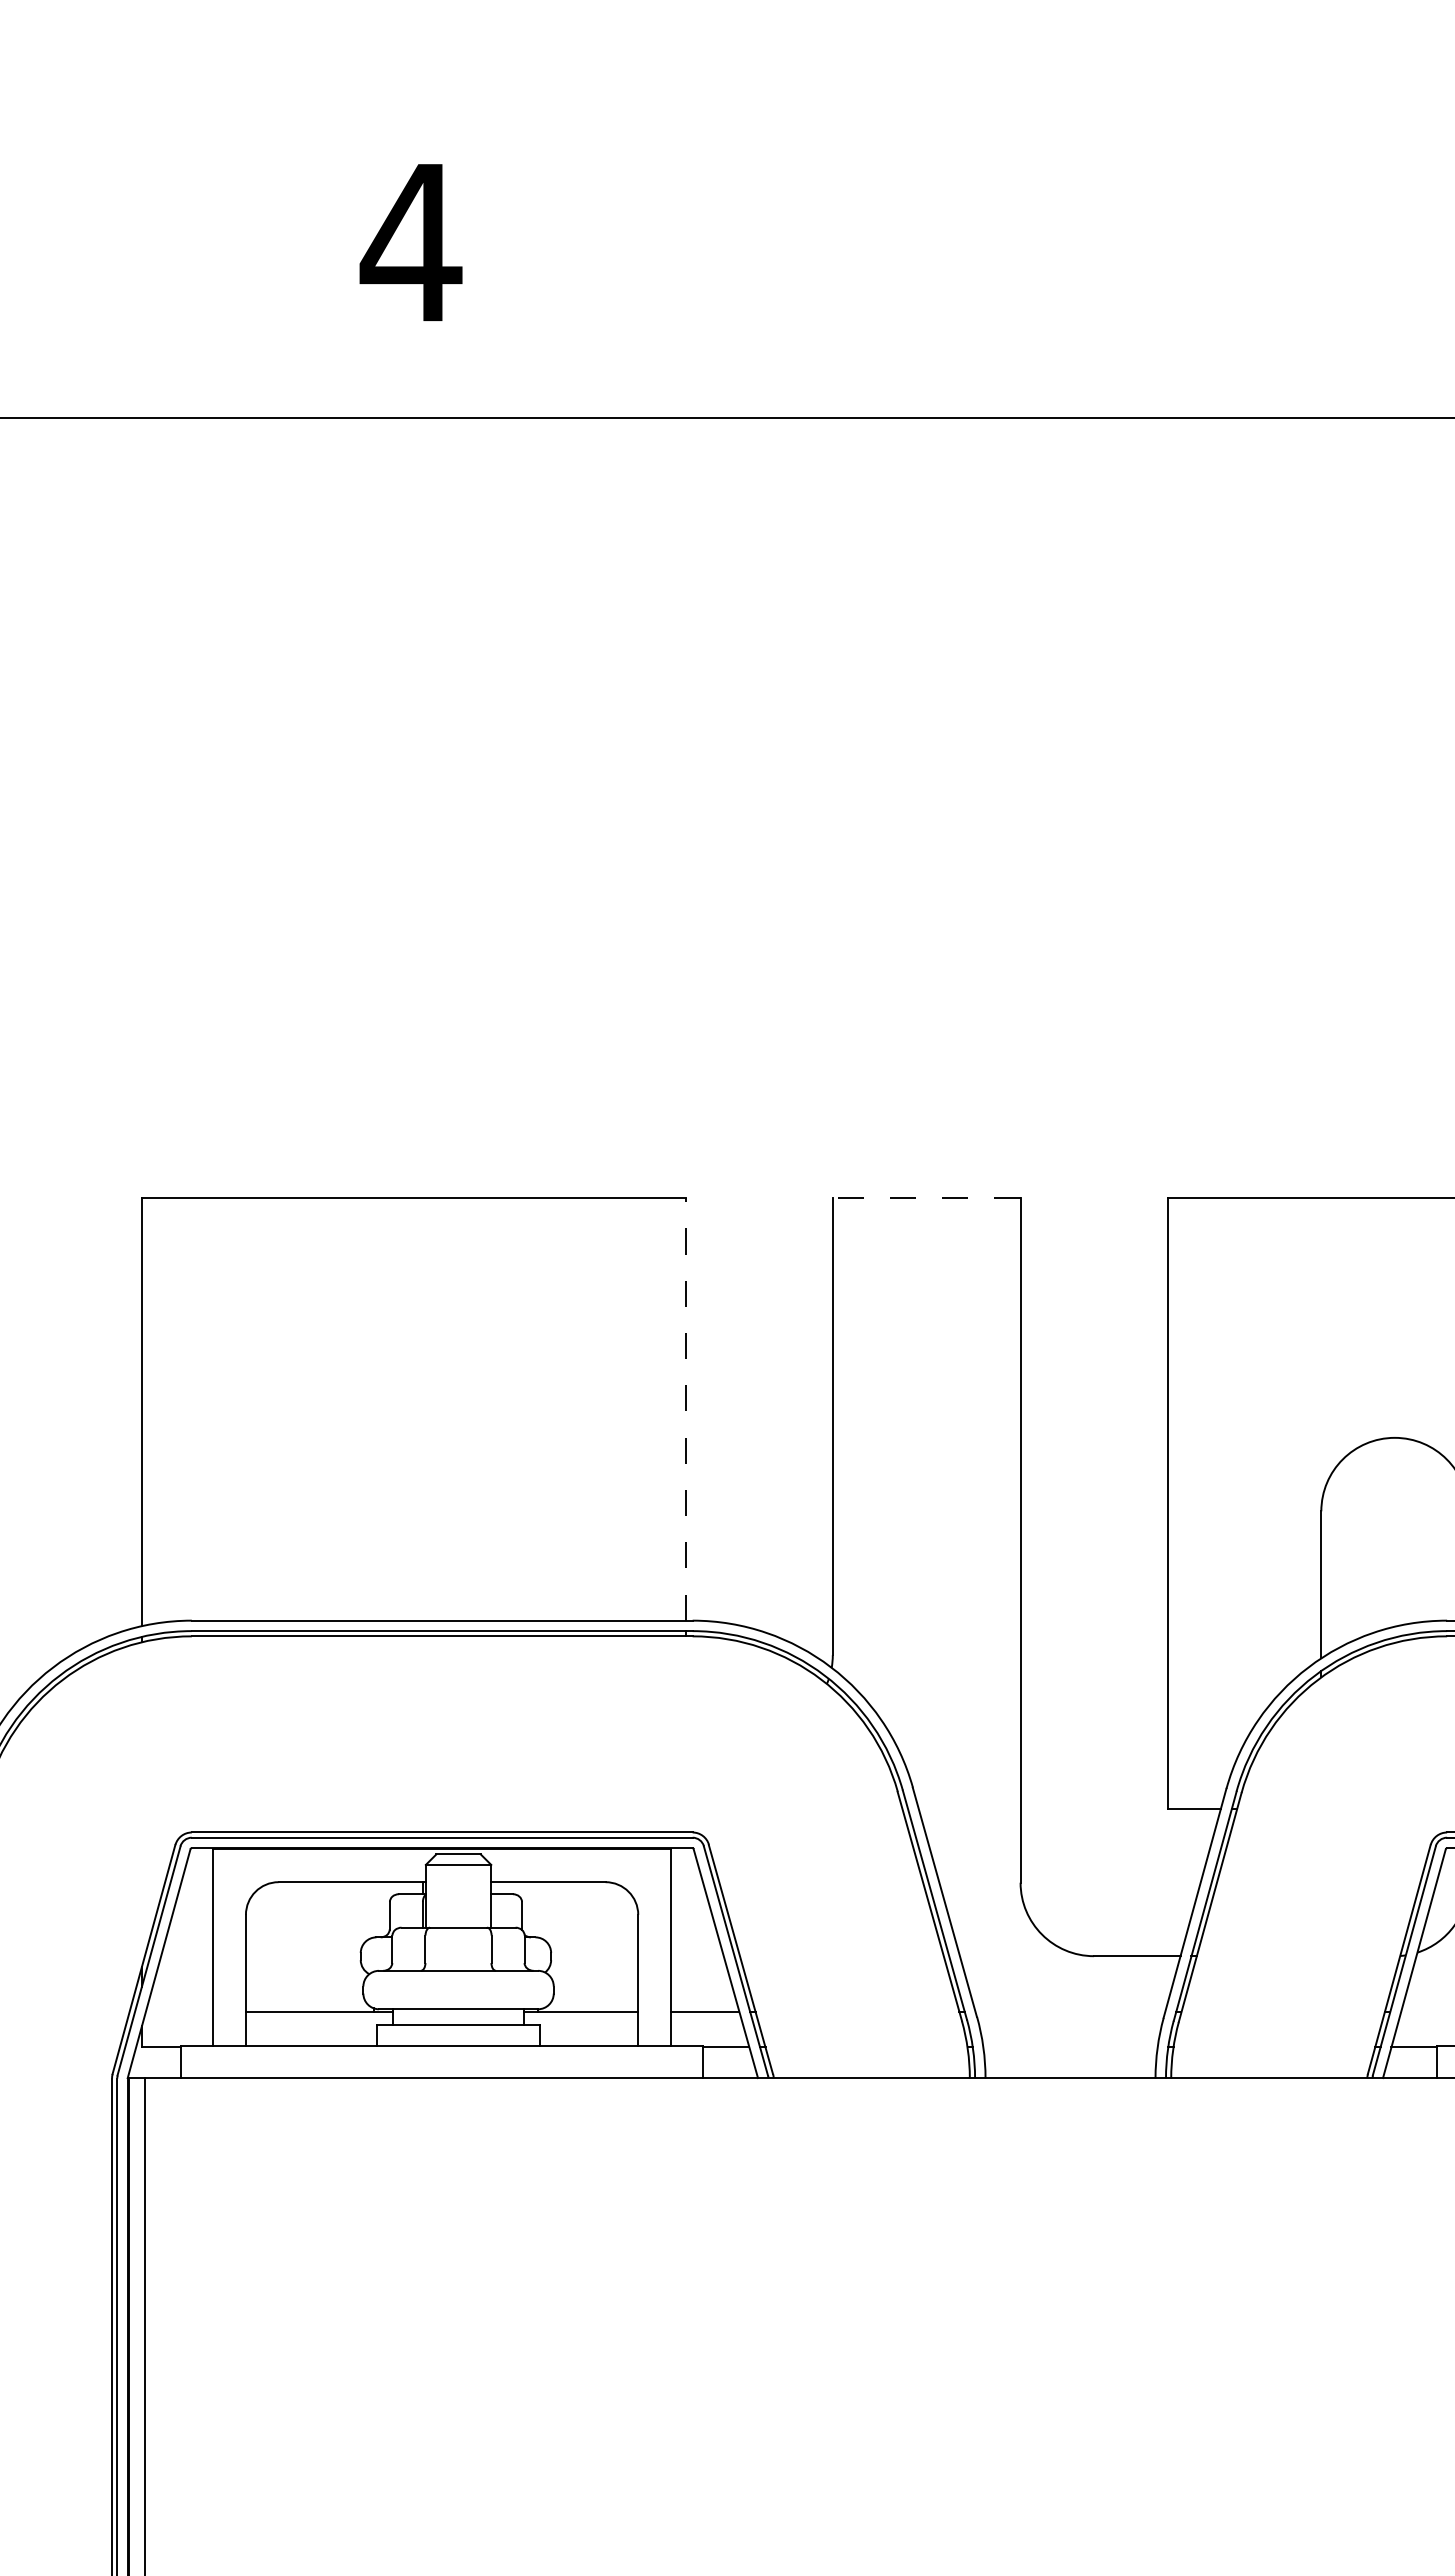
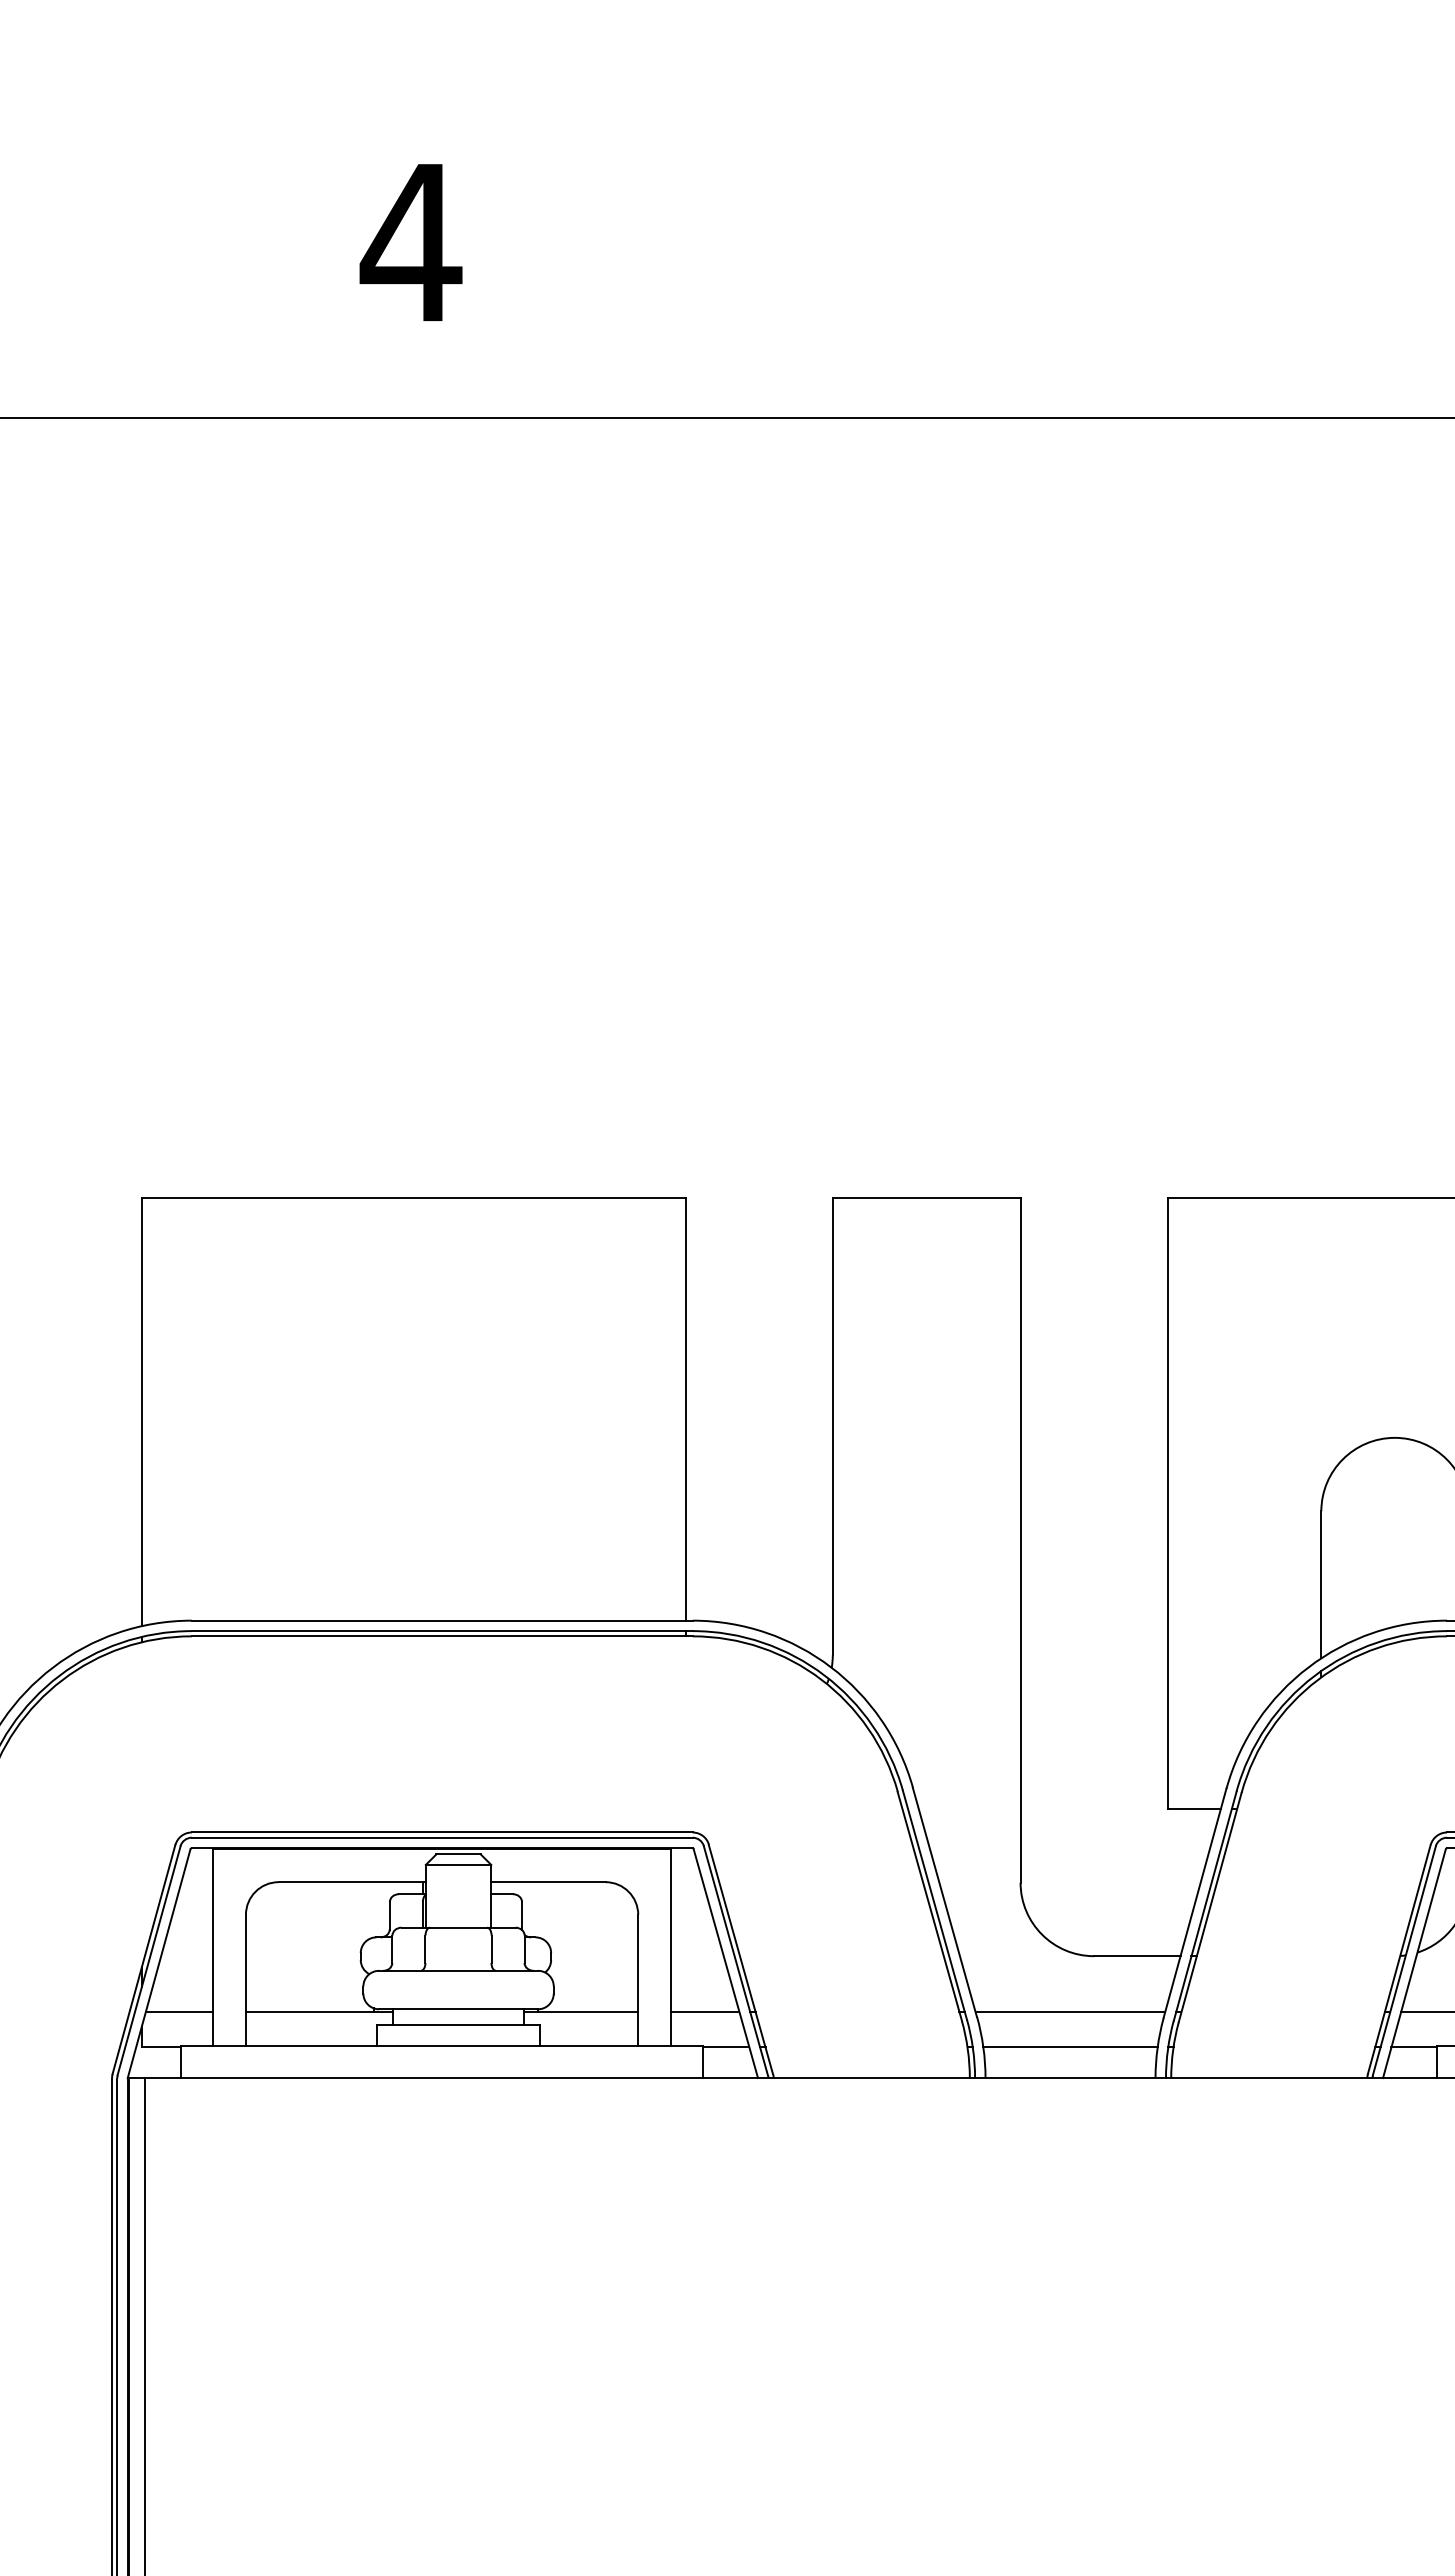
line at (926, 1197): dashed -> solid
line at (685, 1409): dashed -> solid
line at (179, 2012): none -> present
line at (1070, 2012): none -> present
line at (1426, 2012): none -> present
line at (1070, 2047): none -> present
